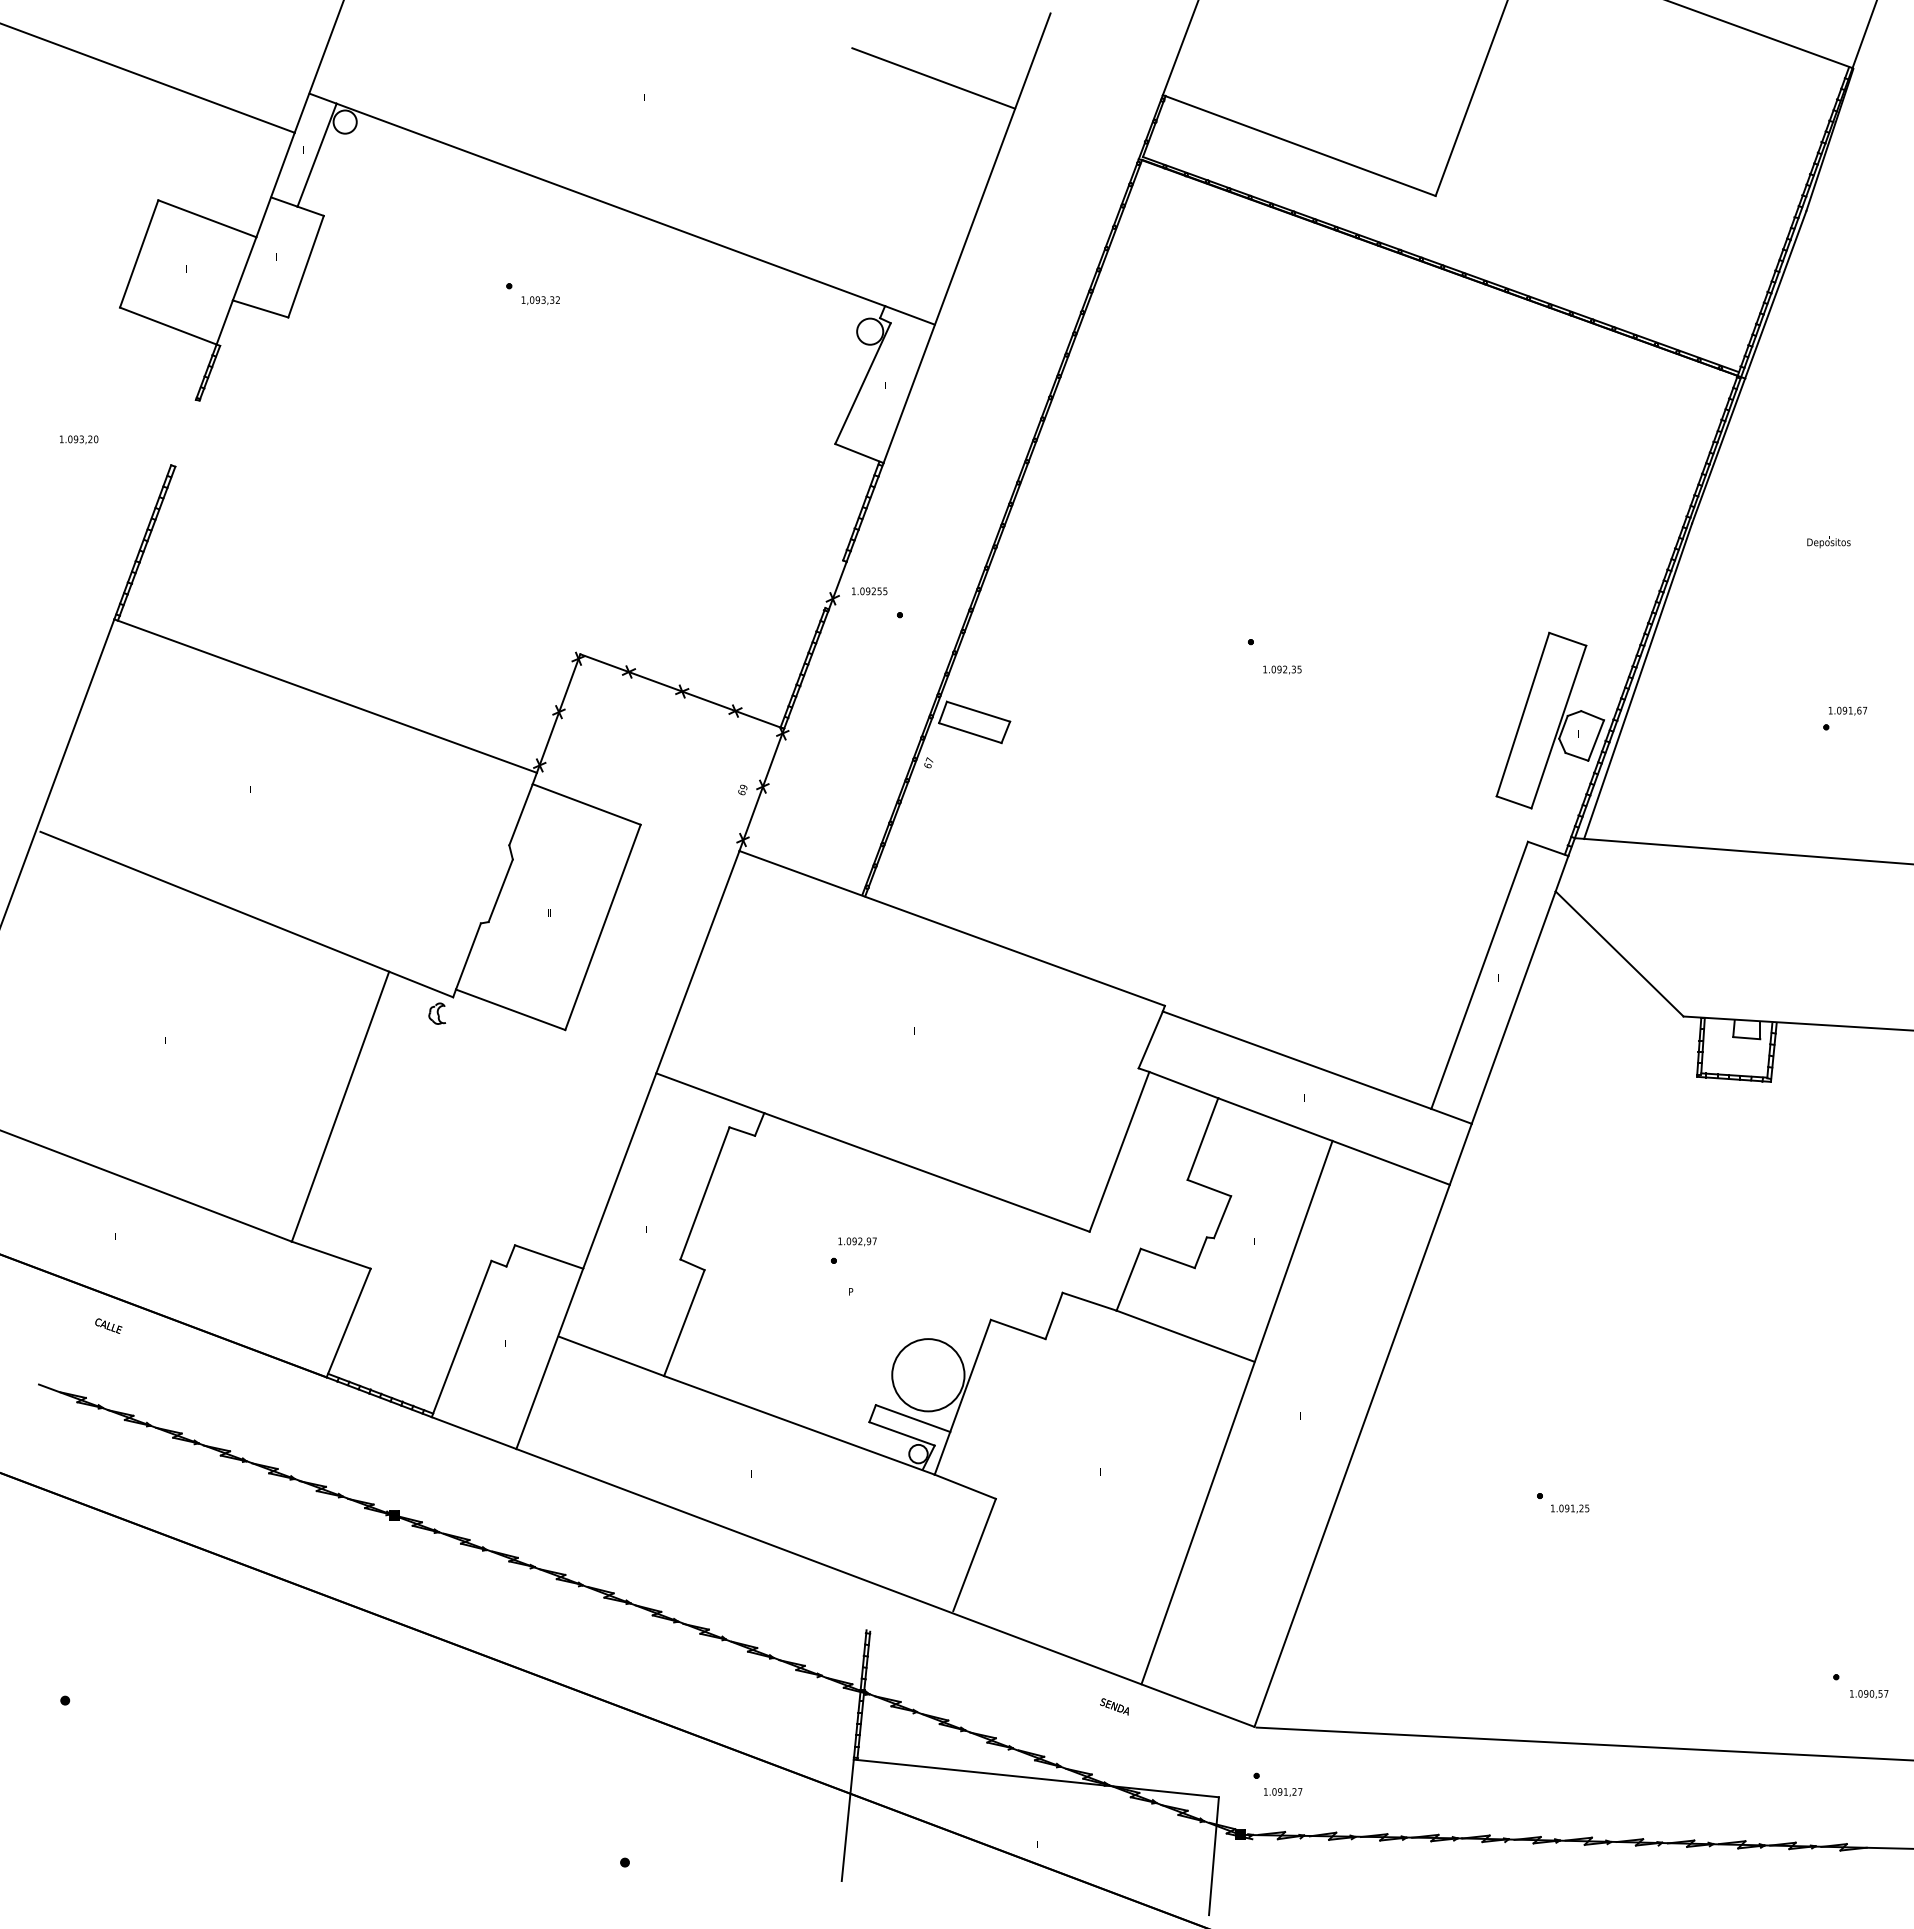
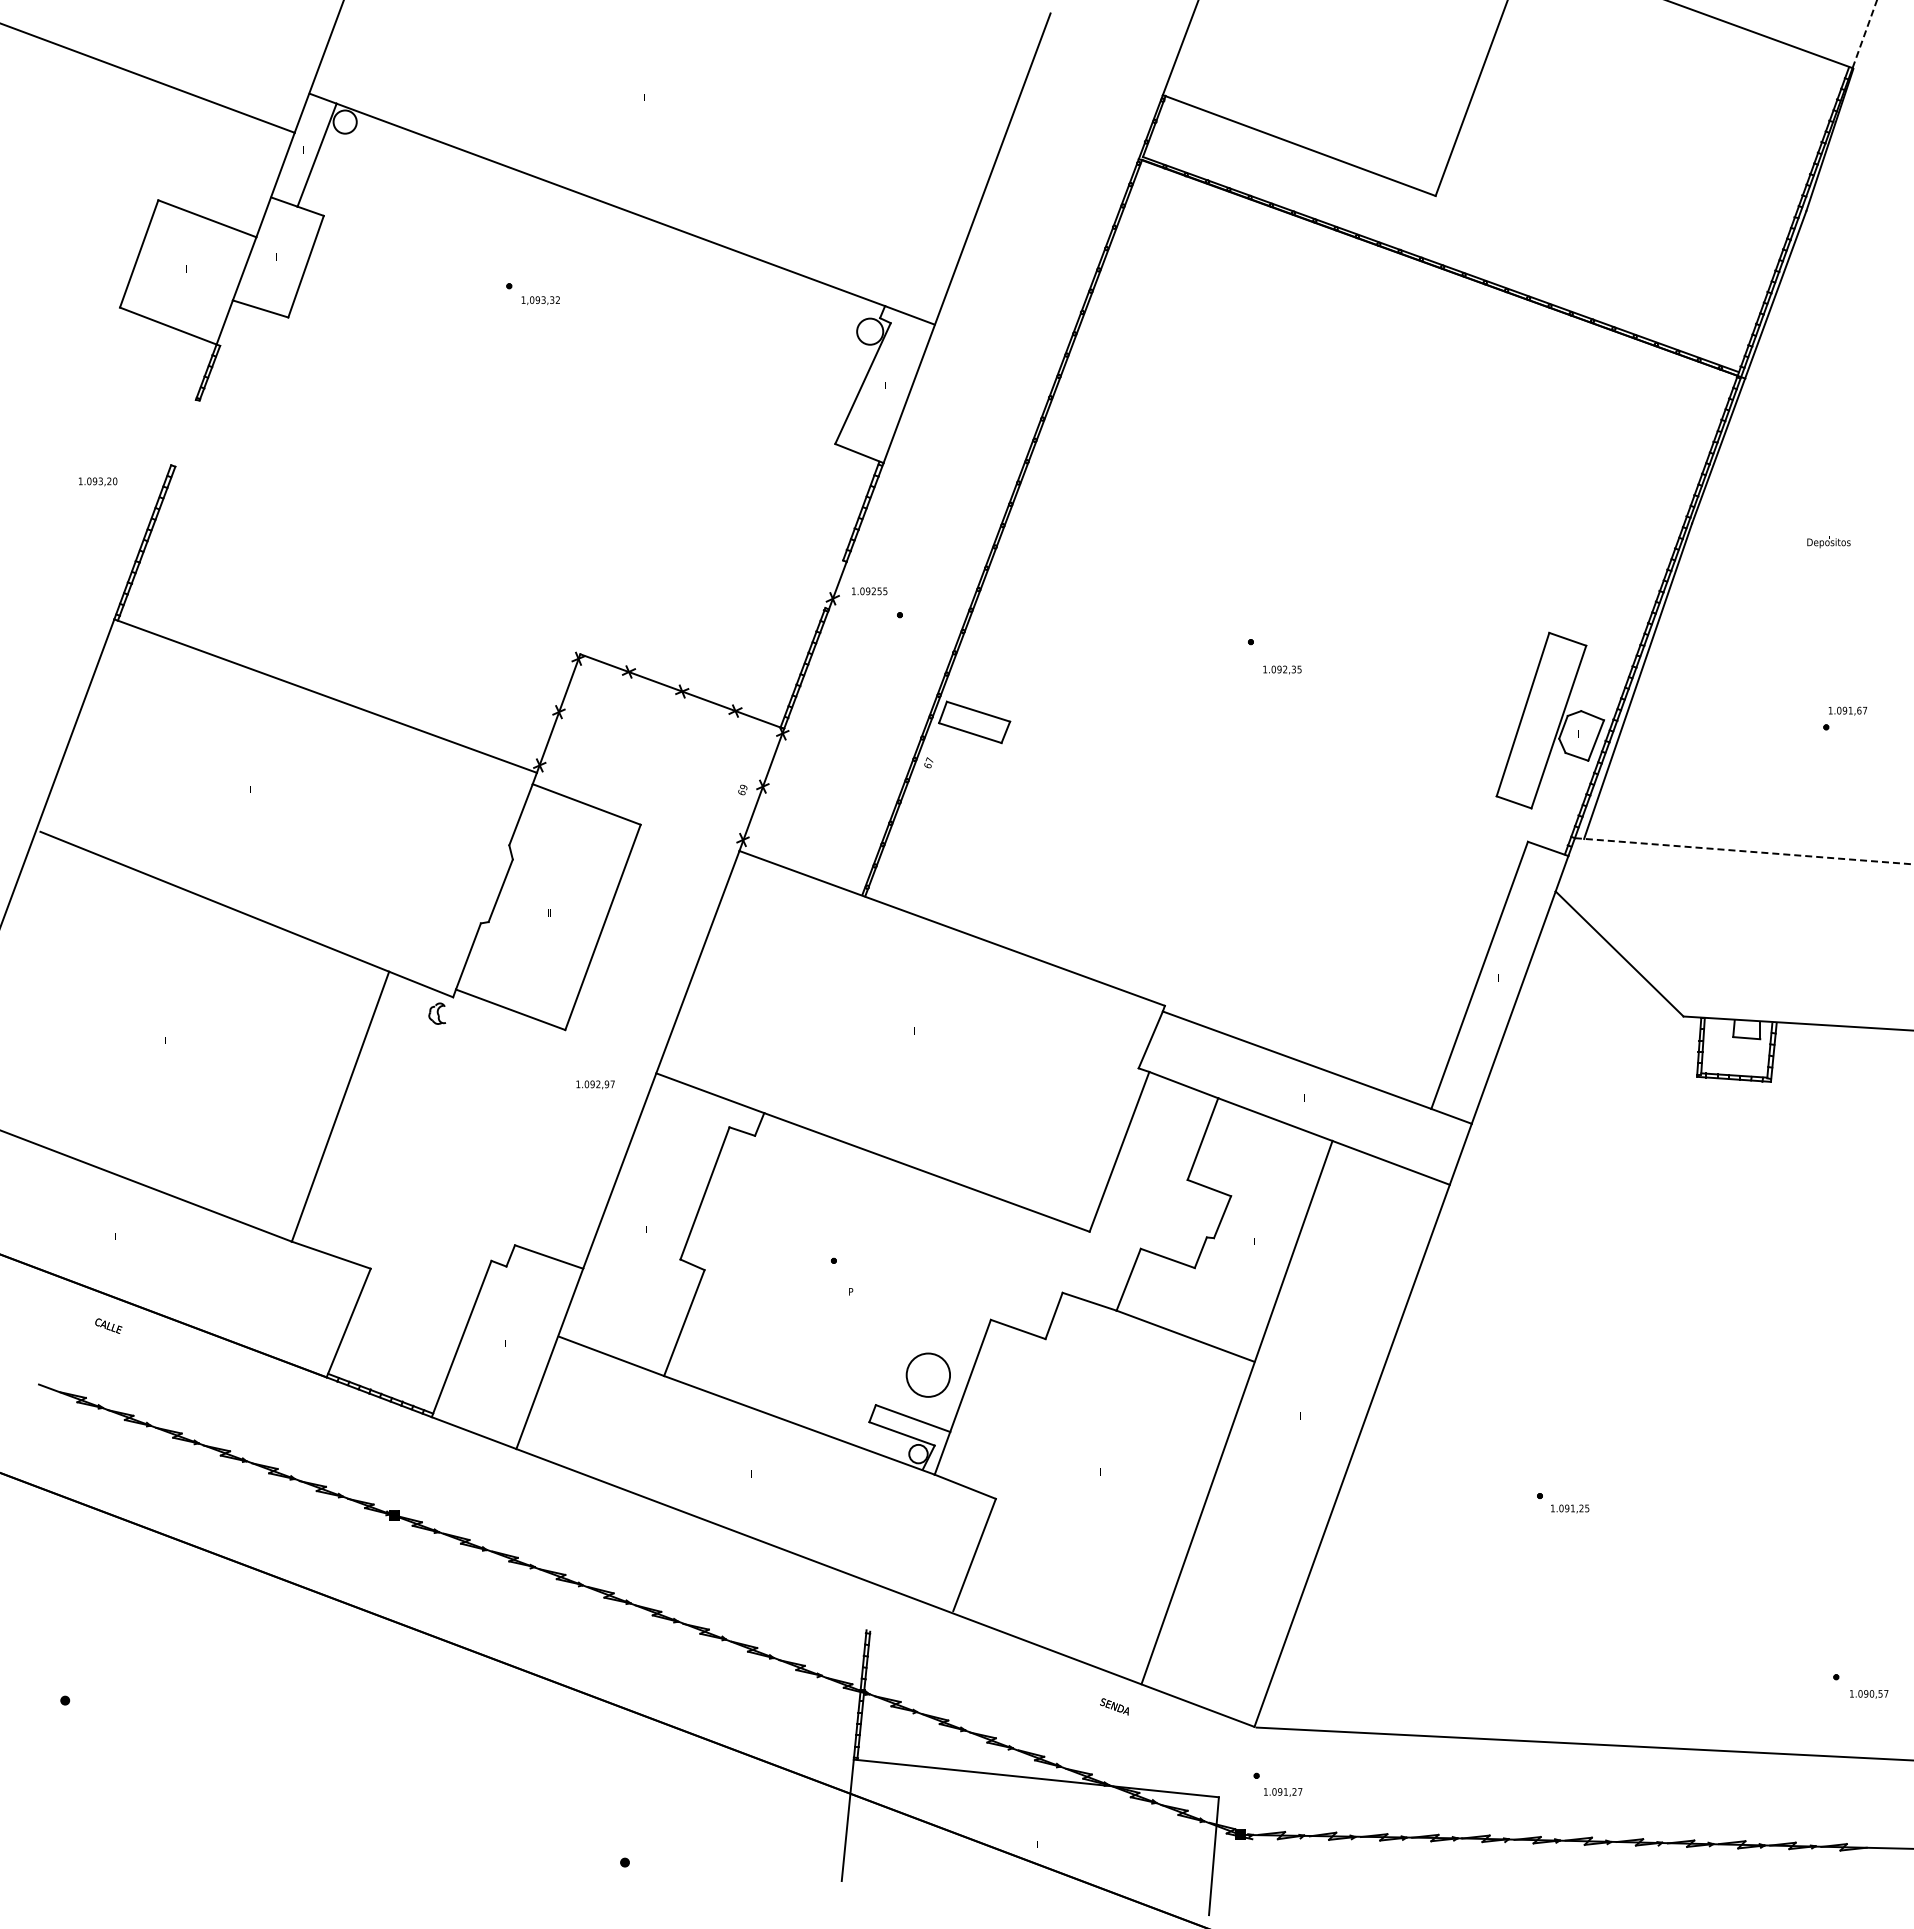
line at (1864, 34): solid -> dashed
line at (933, 78): present -> none
text at (79, 439) position: (79, 439) -> (98, 481)
line at (1744, 851): solid -> dashed
text at (857, 1241) position: (857, 1241) -> (595, 1084)
circle at (928, 1375) diameter: 72 px -> 43 px
